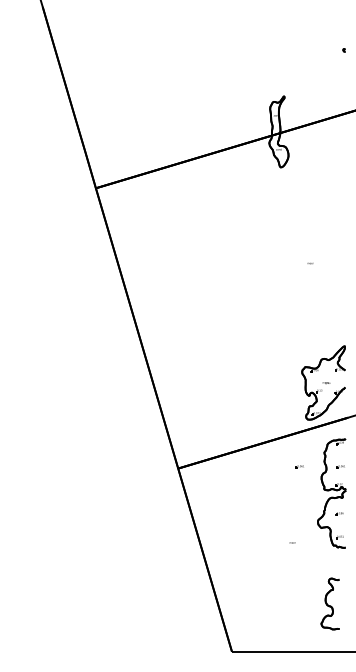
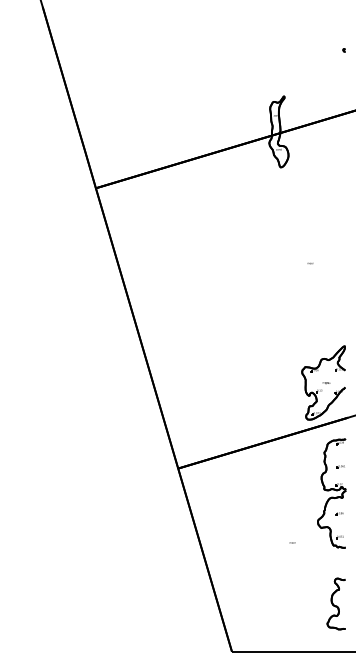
part at (299, 466): present -> none
part at (329, 603) position: (329, 603) -> (335, 603)
